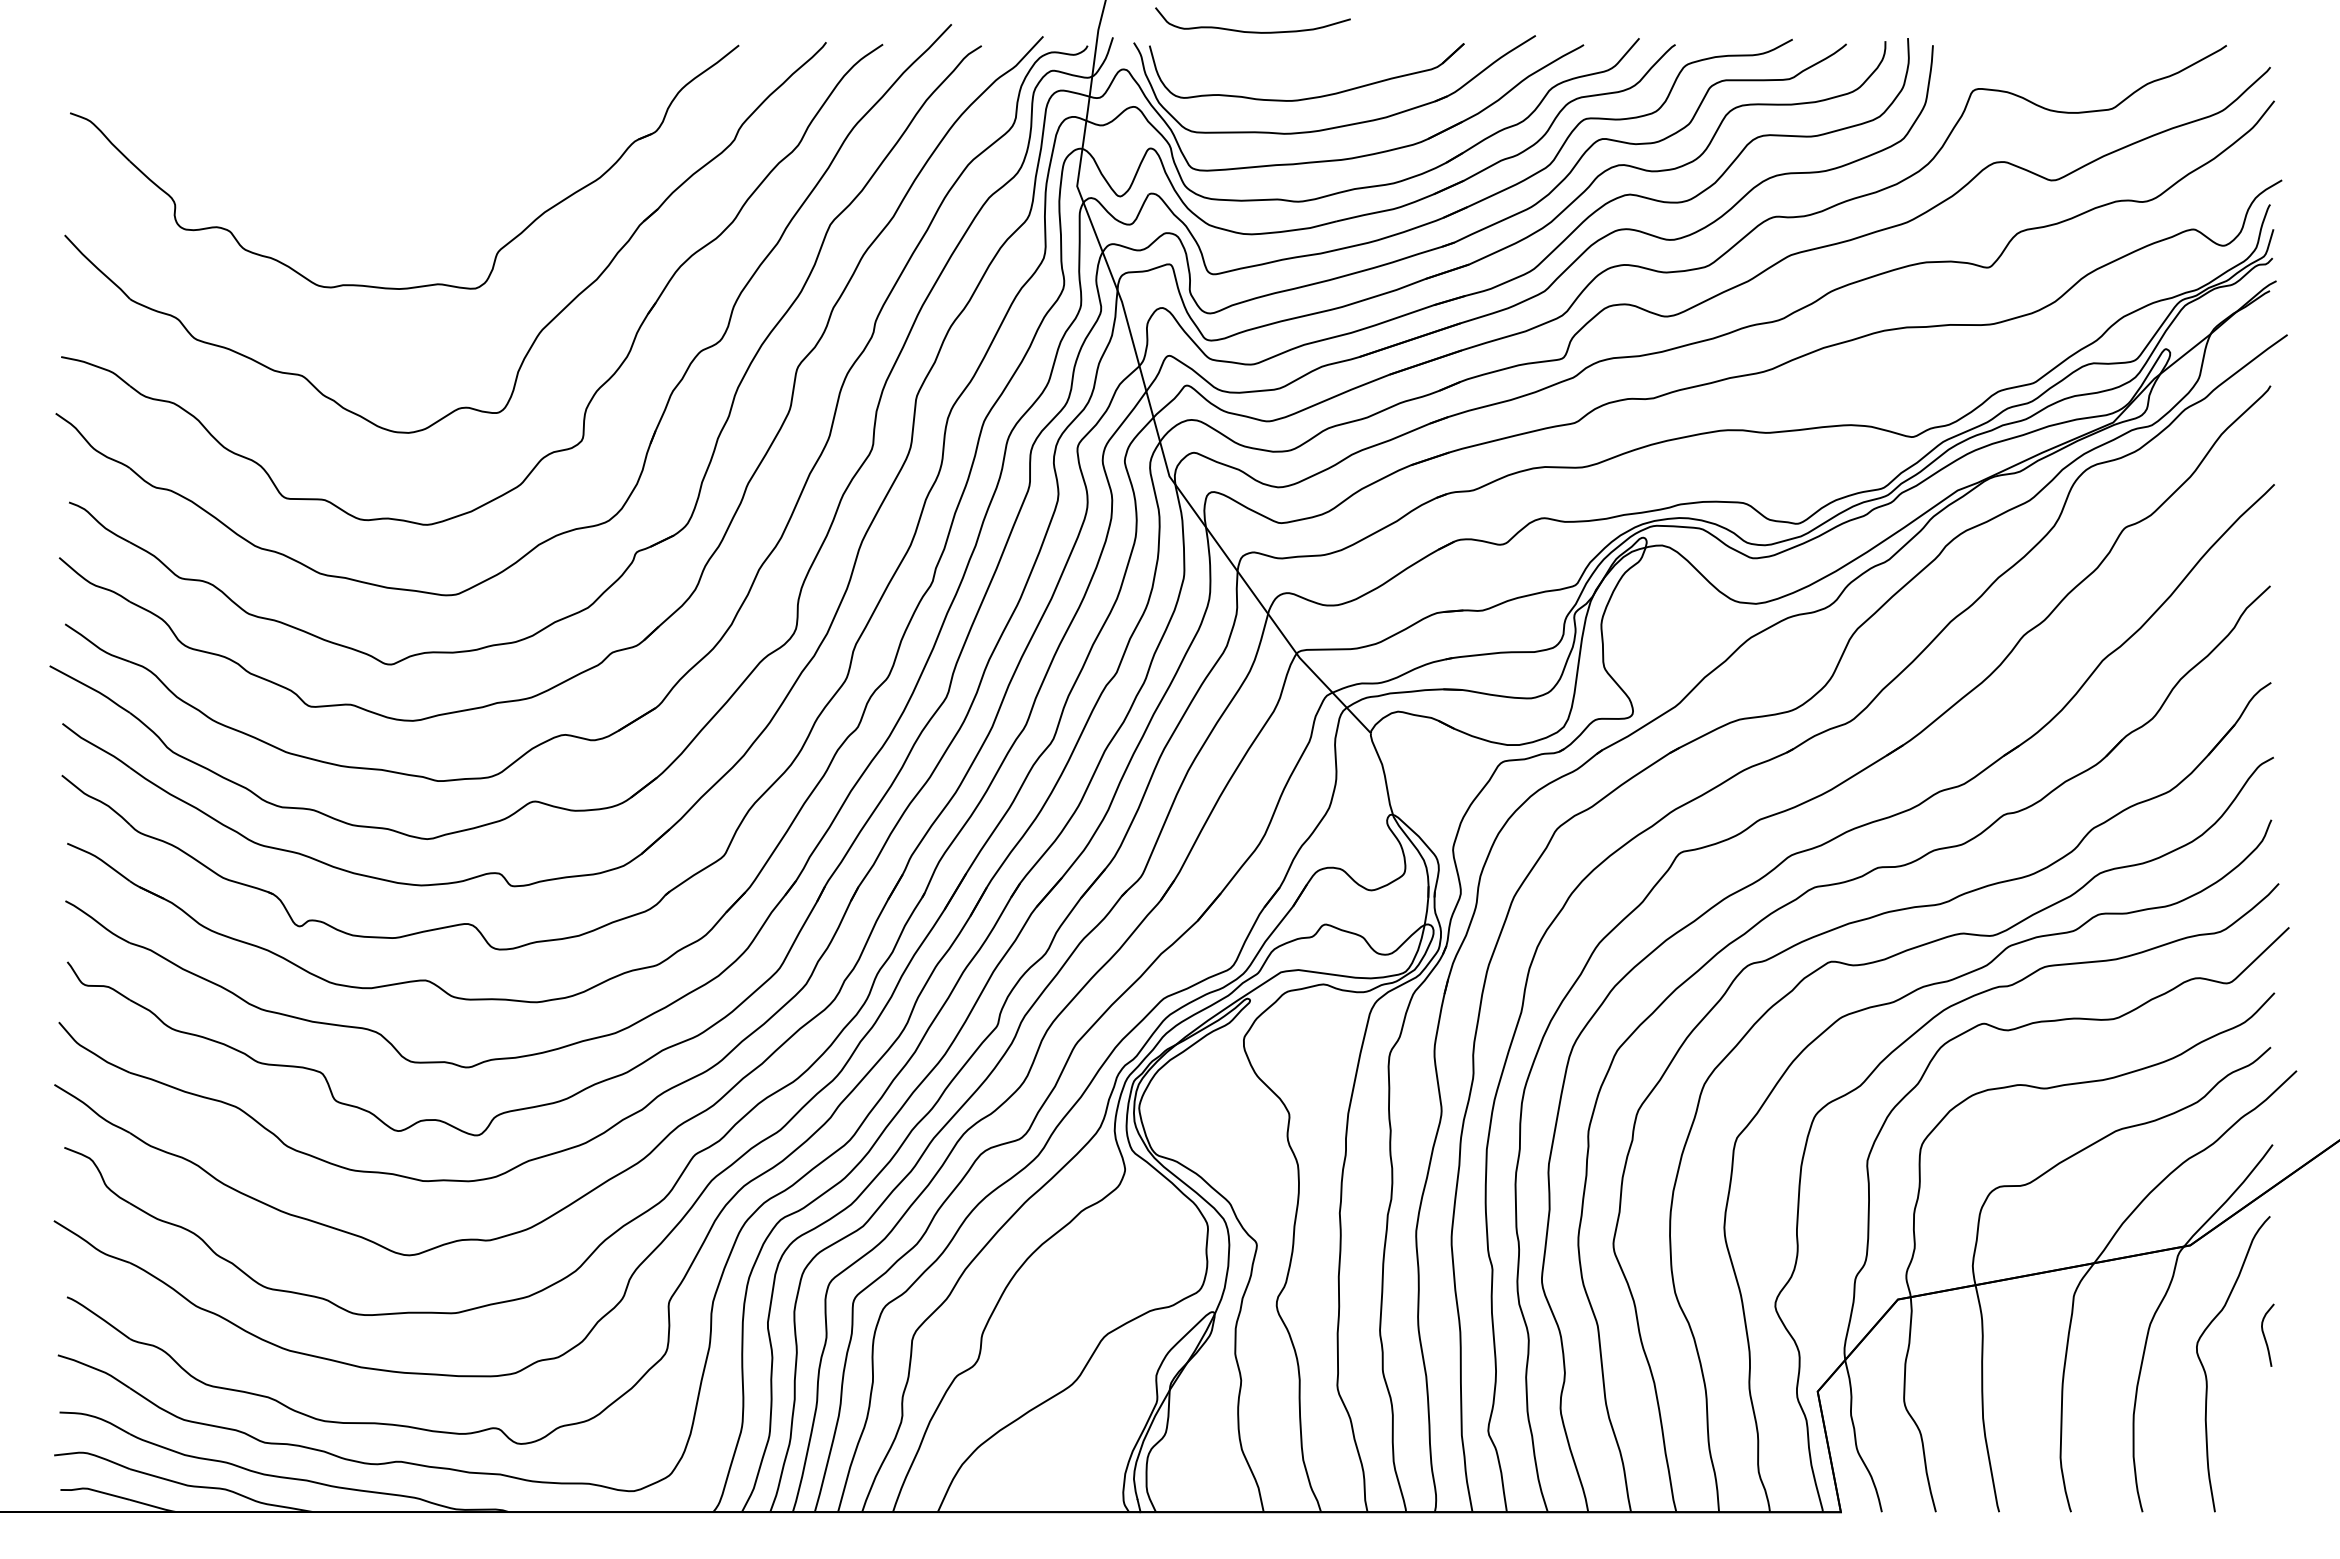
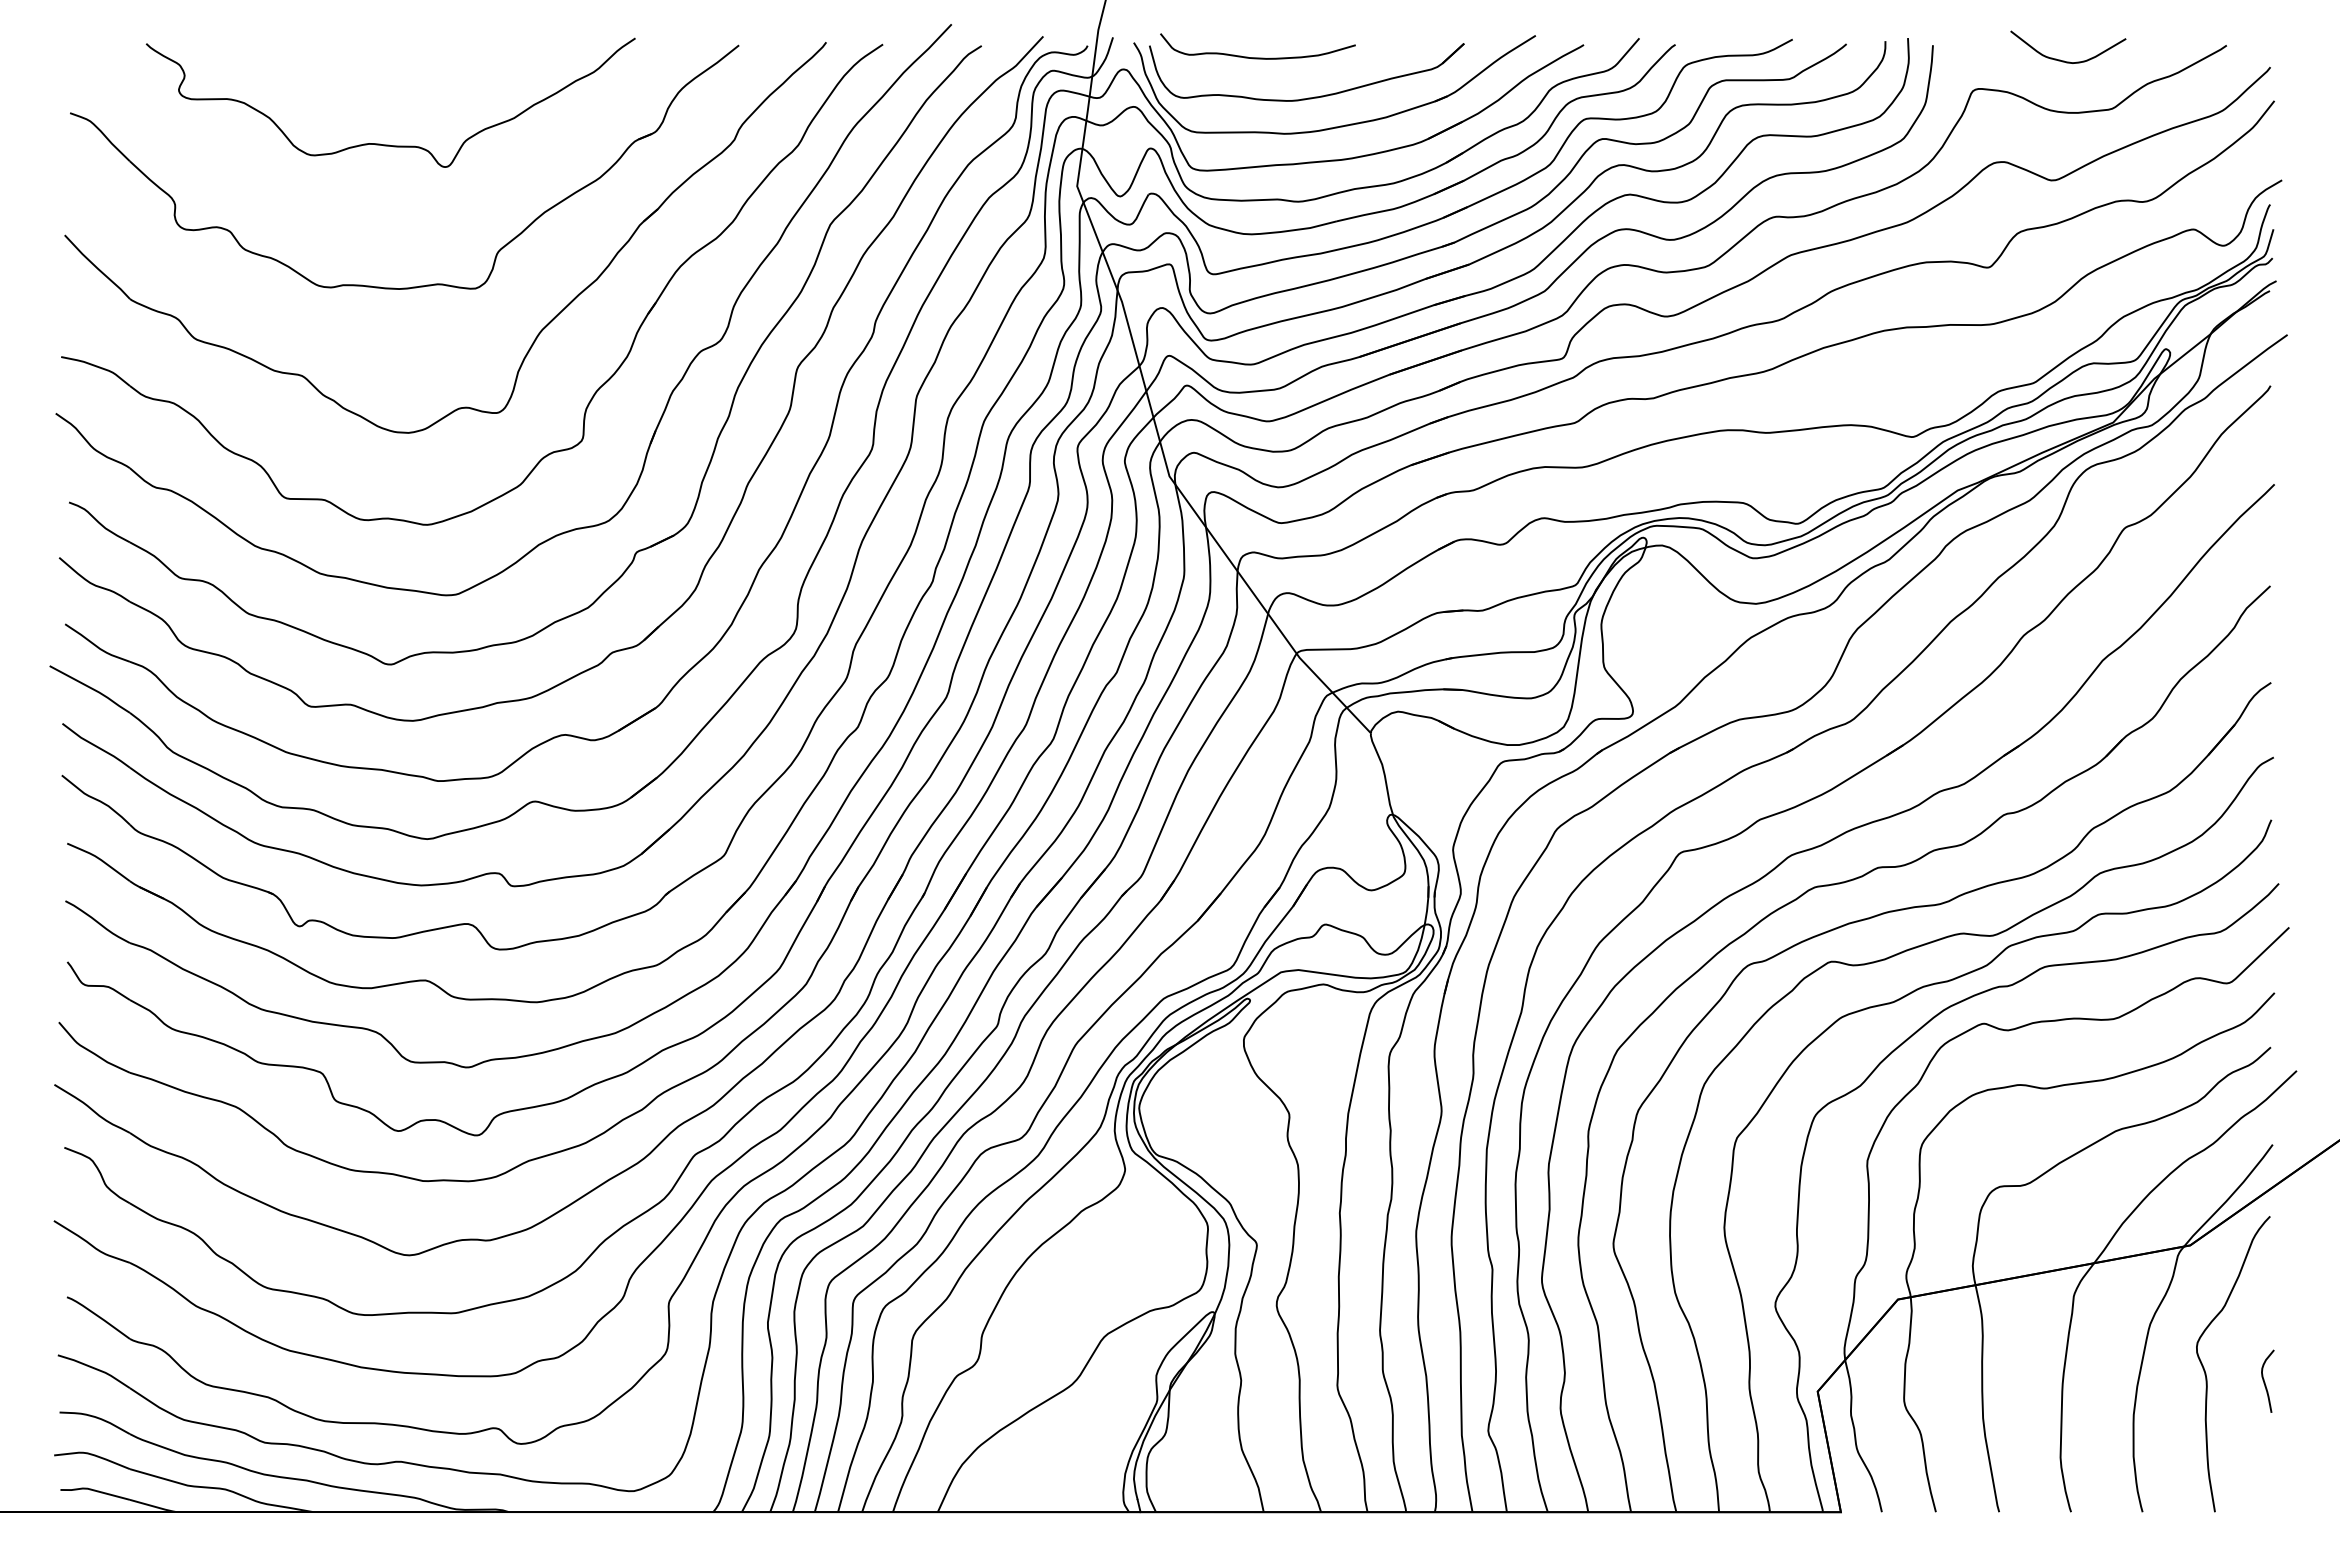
curve at (1252, 31) position: (1252, 31) -> (1257, 57)
curve at (2064, 60): none -> present
curve at (389, 144): none -> present
curve at (2265, 1336) position: (2265, 1336) -> (2265, 1382)
